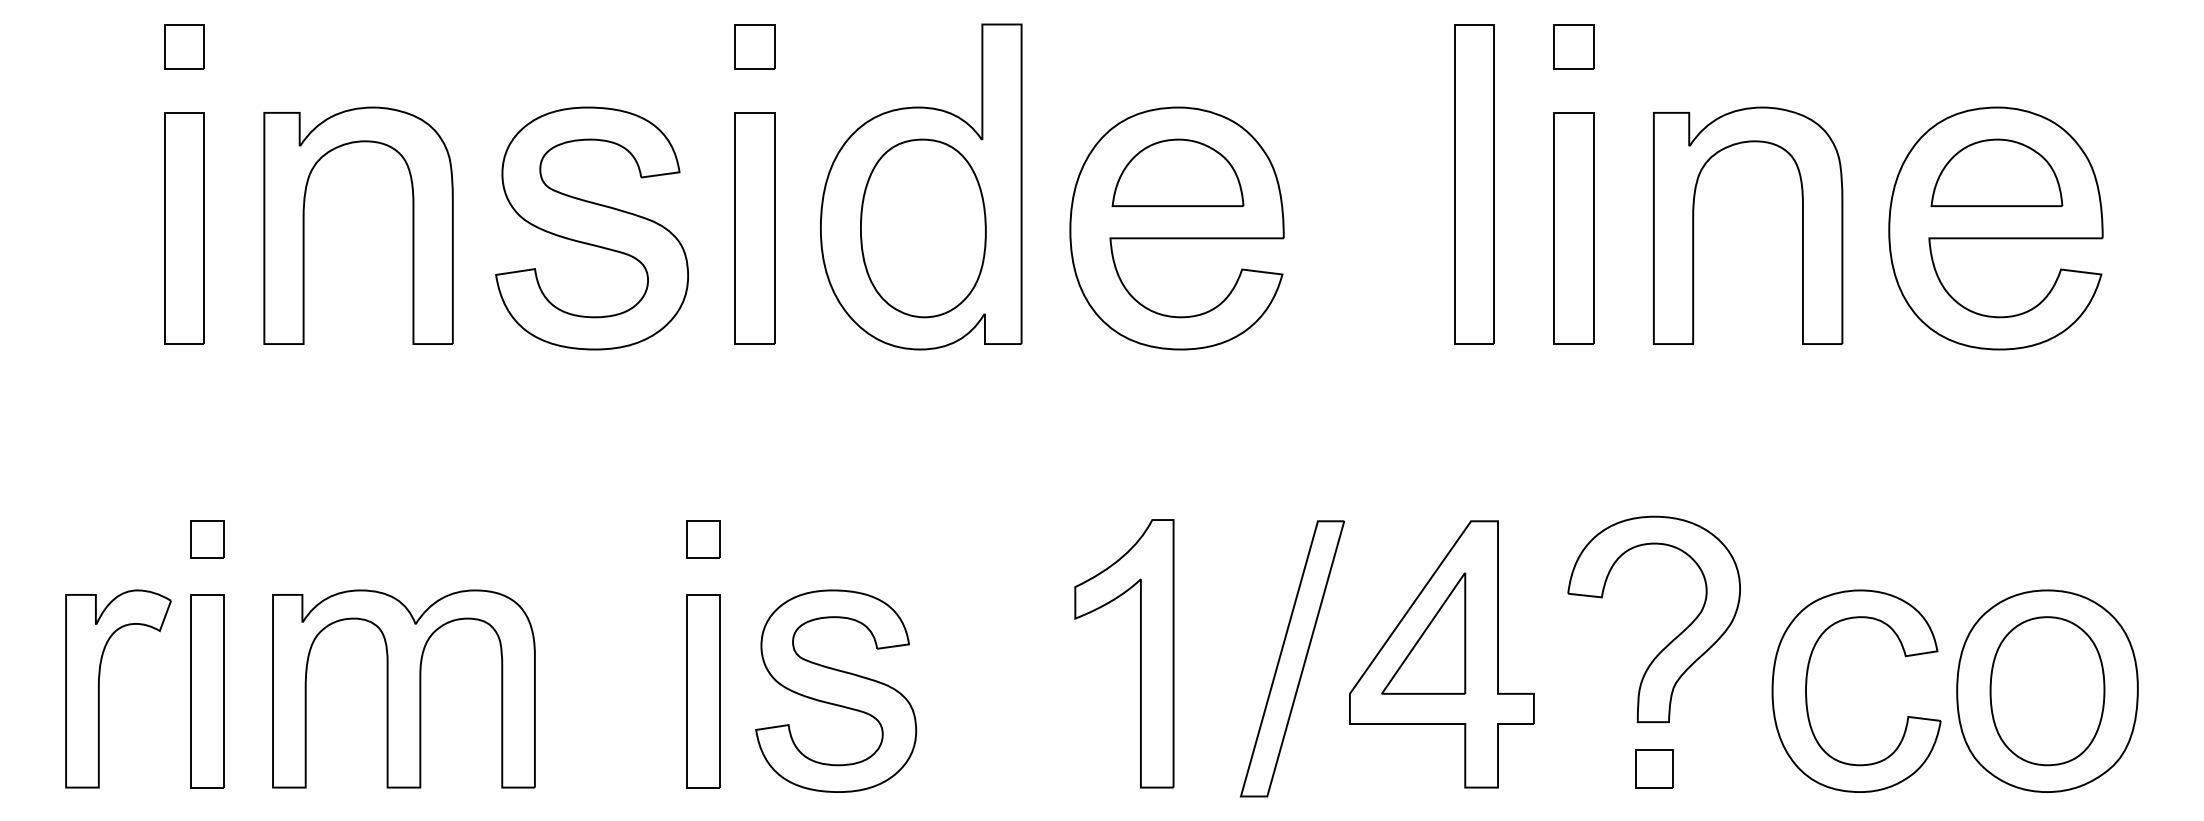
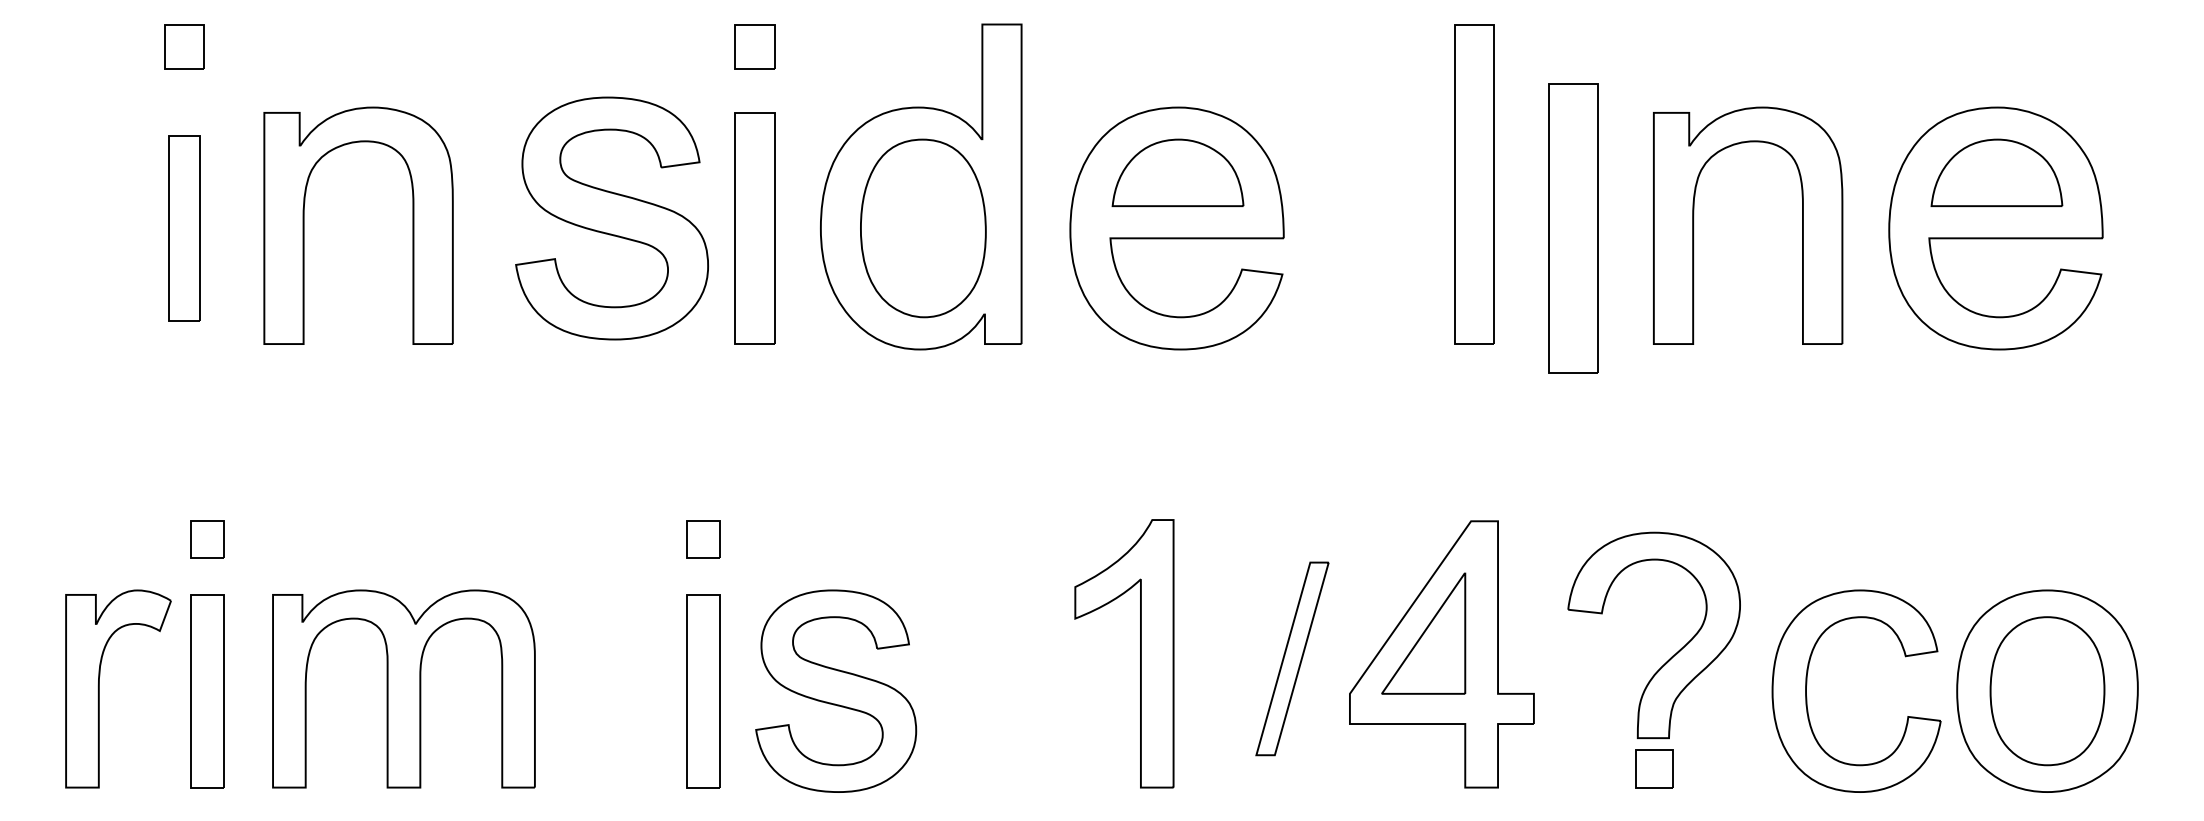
part at (1573, 46): present -> none
part at (184, 228) size: 41x233 px -> 33x187 px
part at (591, 228) position: (591, 228) -> (611, 218)
part at (1573, 228) size: 42x233 px -> 51x291 px
part at (1672, 639) position: (1672, 639) -> (1672, 655)
part at (1292, 658) size: 105x278 px -> 75x196 px
